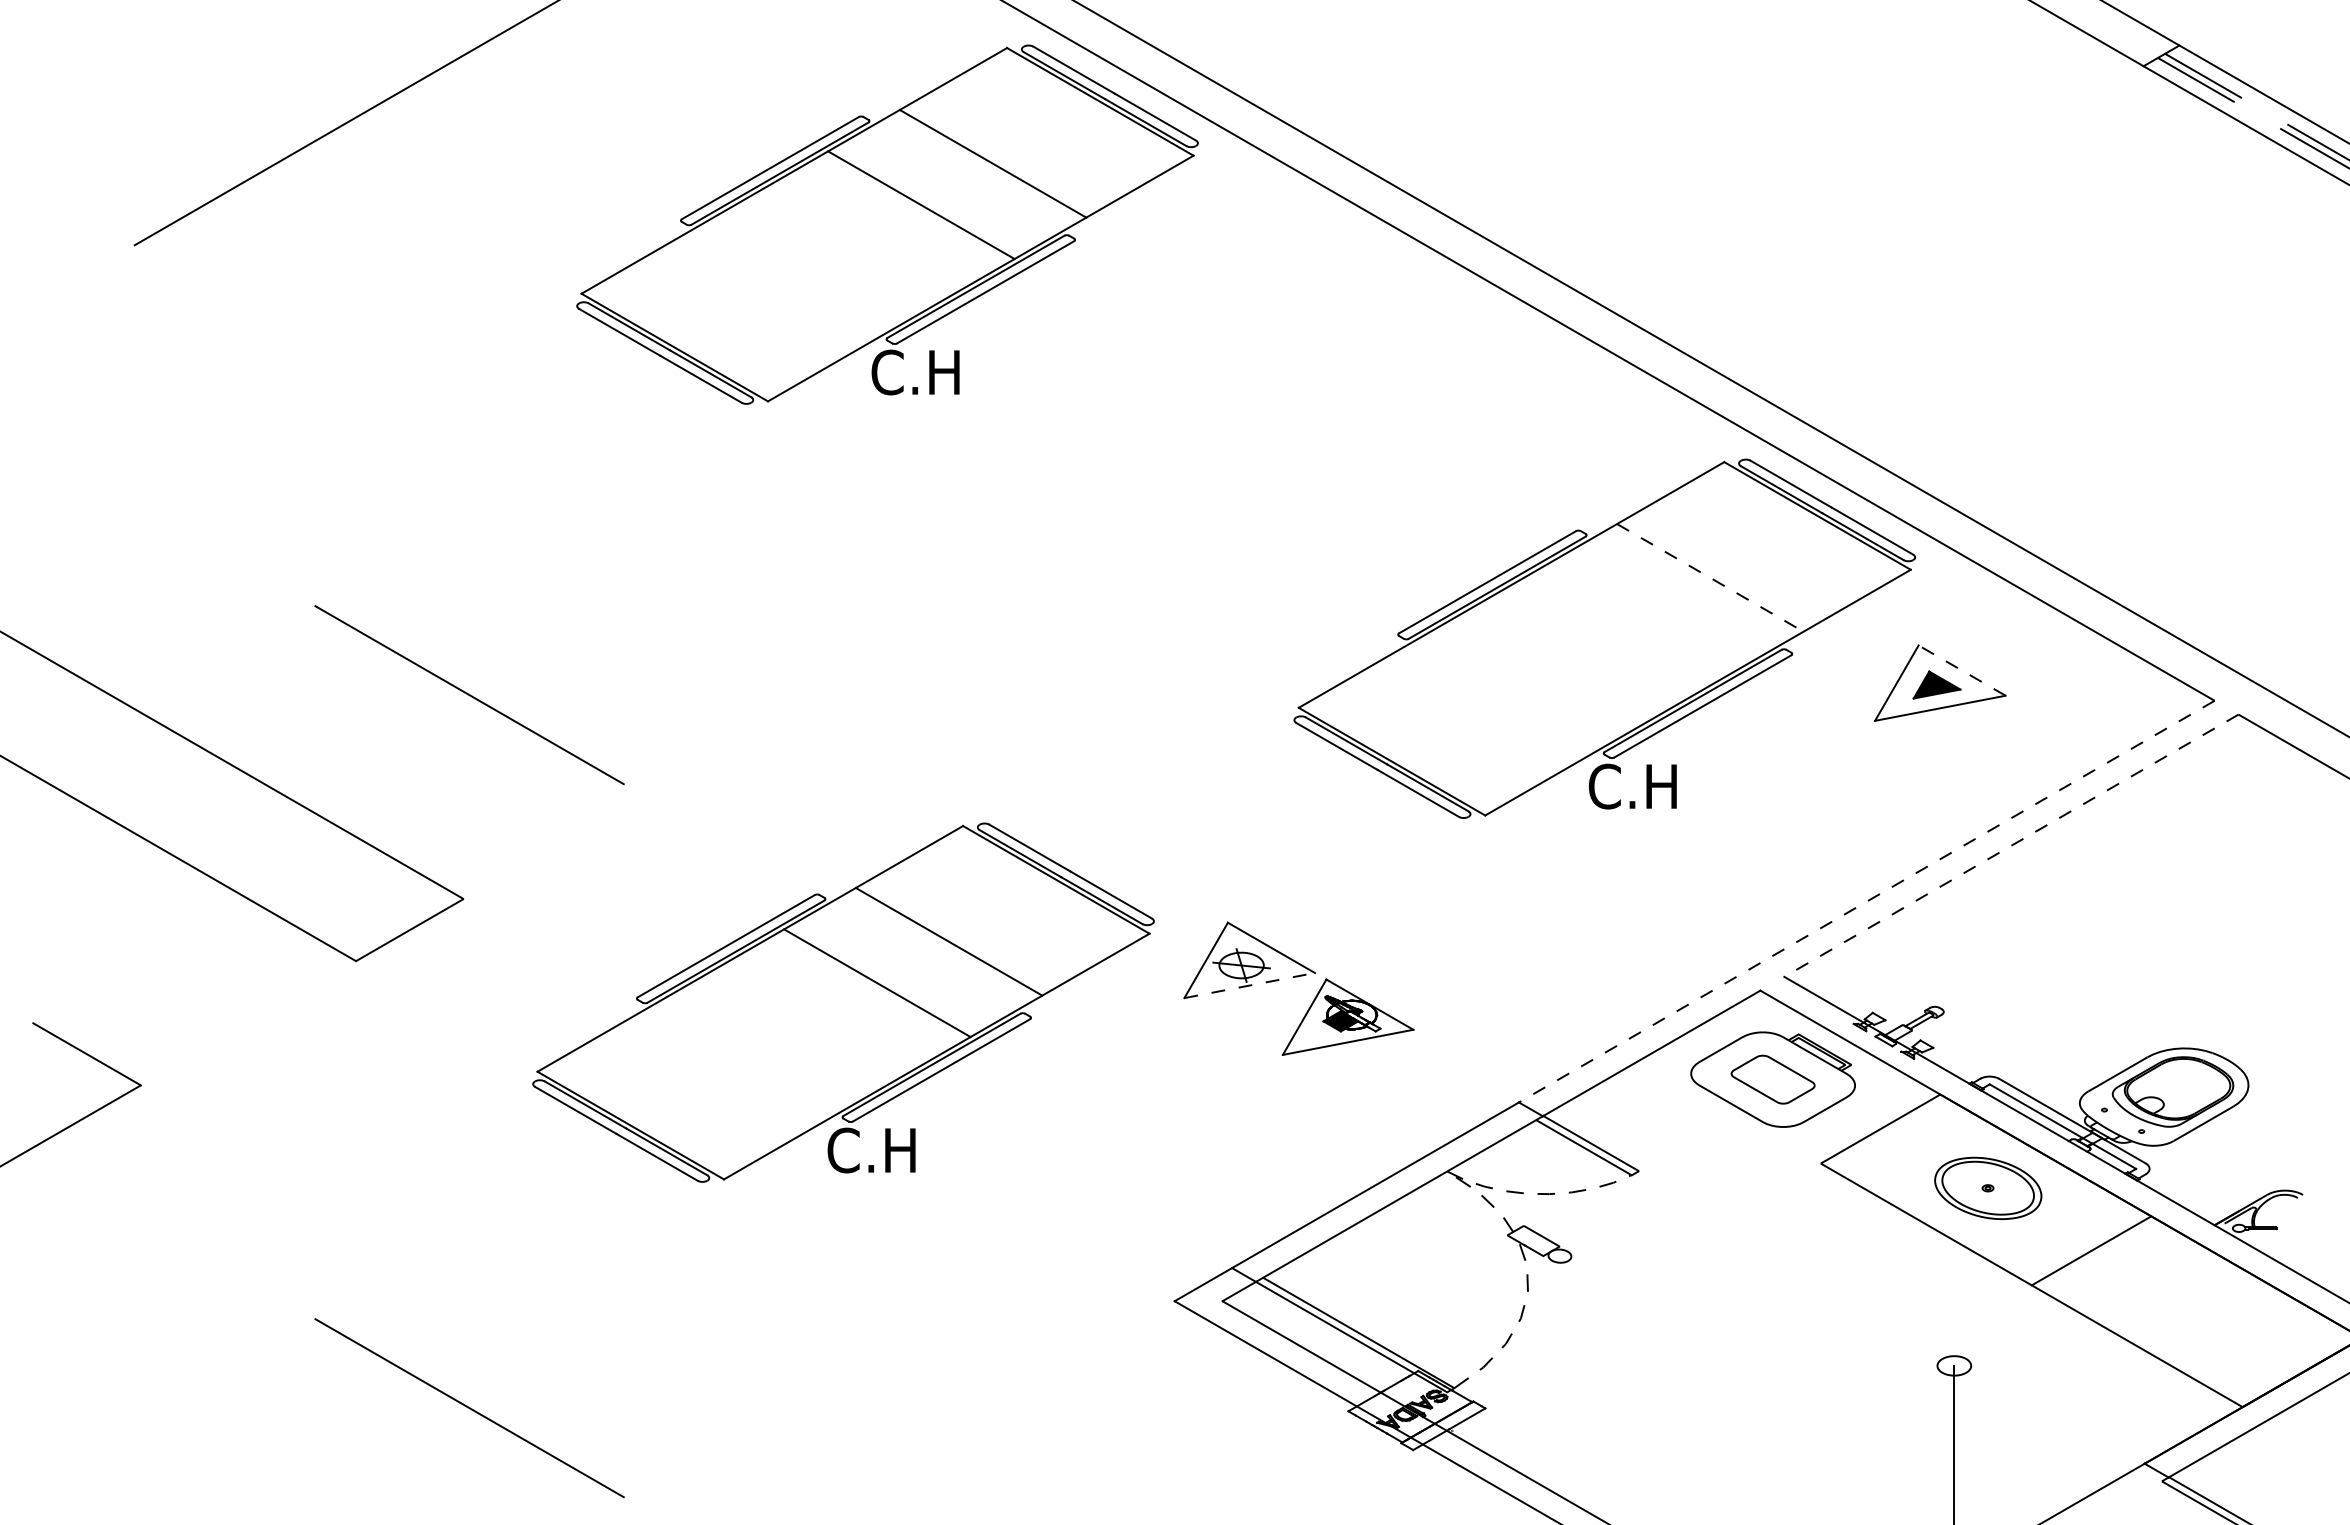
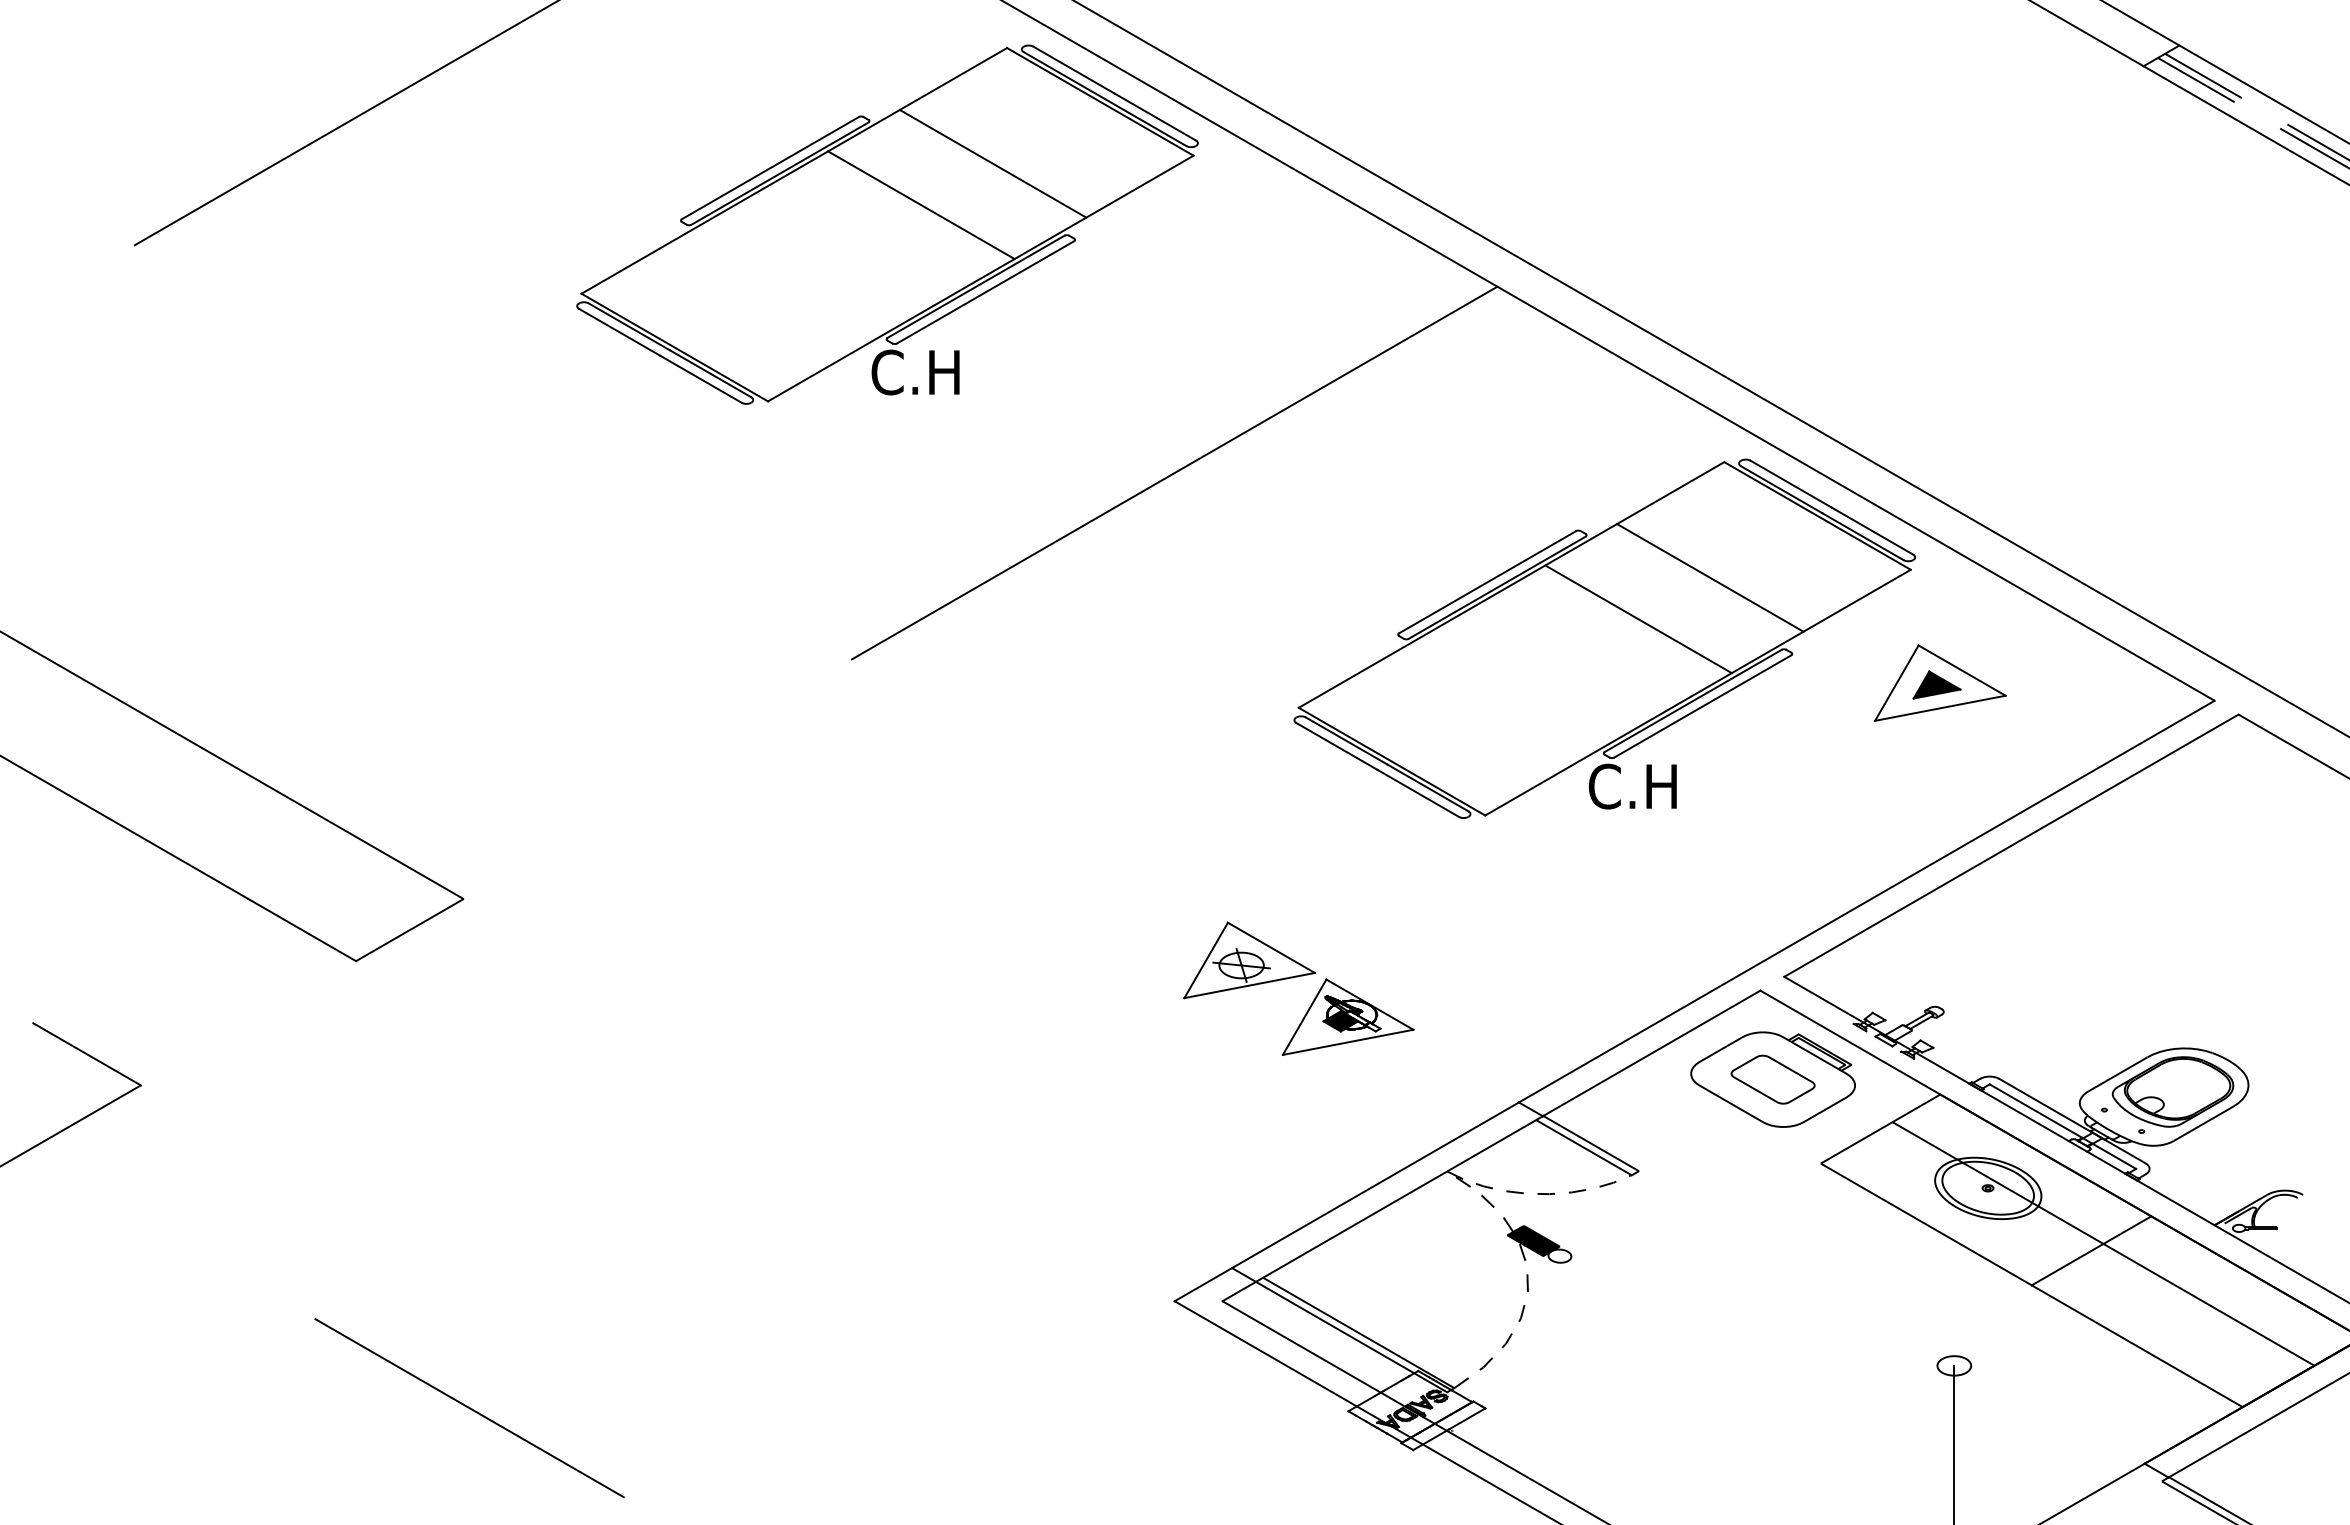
line at (1174, 472): none -> present
line at (1710, 577): dashed -> solid
line at (1638, 619): none -> present
line at (1961, 670): dashed -> solid
line at (469, 695): present -> none
line at (2011, 845): dashed -> solid
line at (1866, 901): dashed -> solid
line at (1250, 985): dashed -> solid
part at (843, 1002): present -> none
fill at (1533, 1240): none -> present
line at (2103, 1243): none -> present
